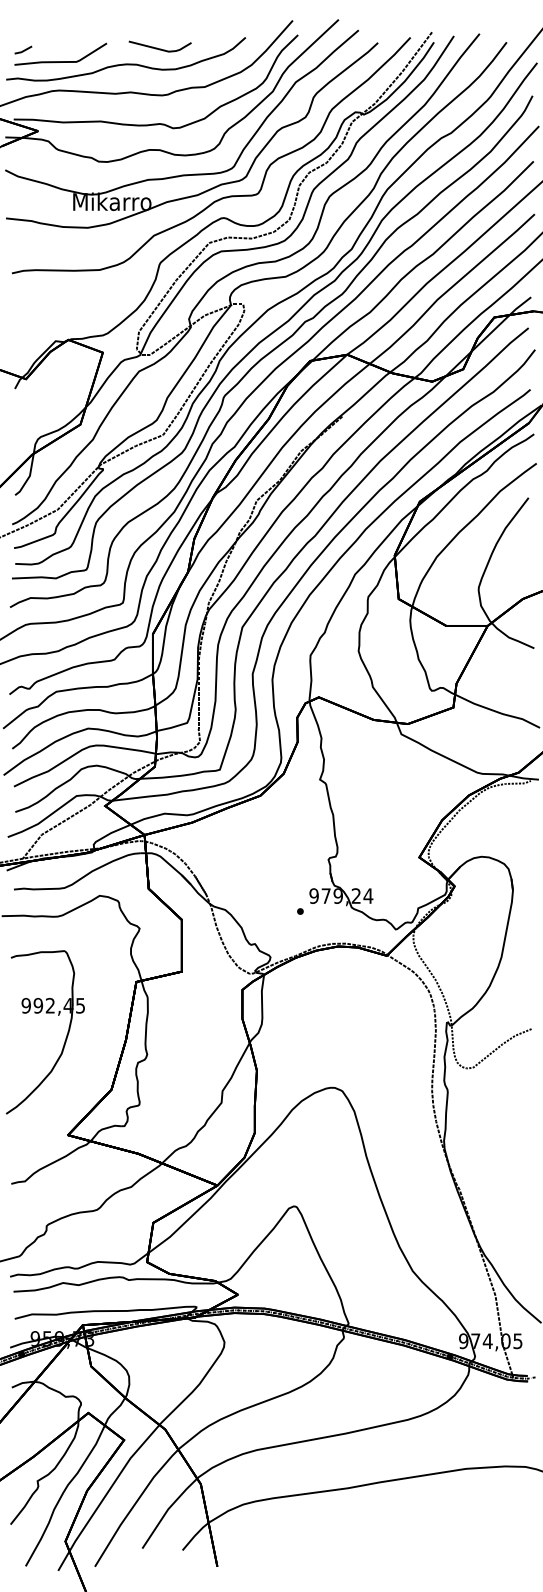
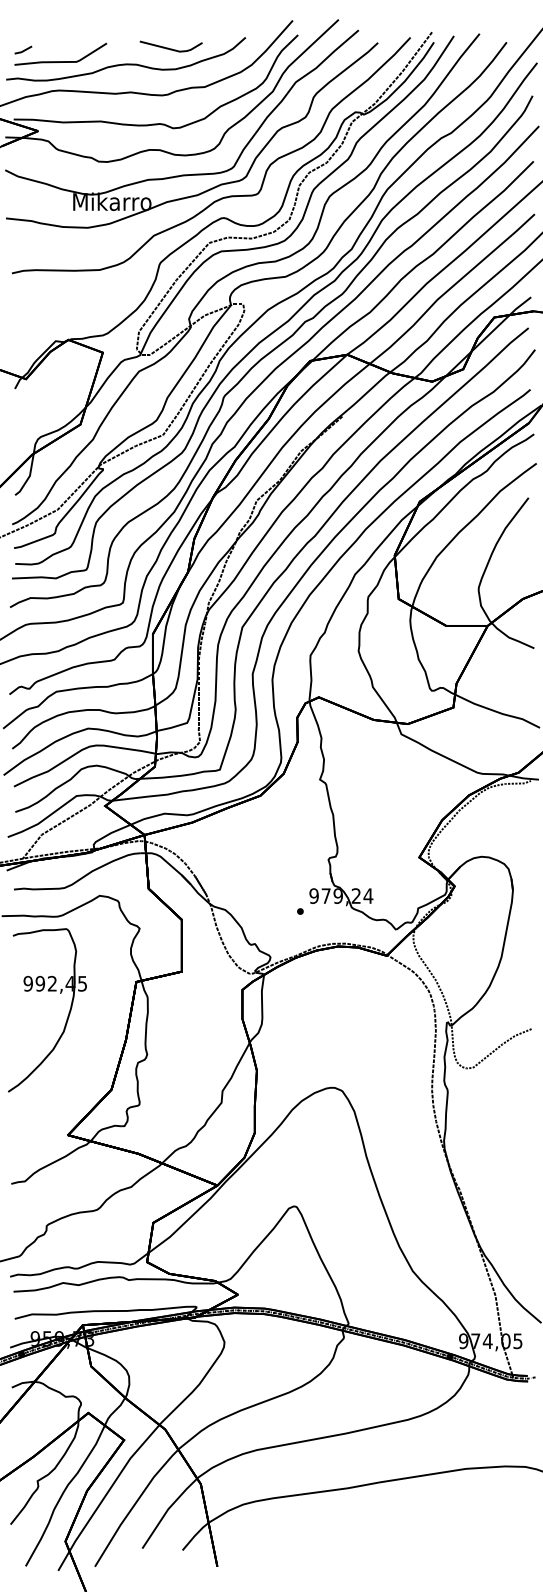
line at (159, 48) position: (159, 48) -> (170, 48)
part at (46, 1013) position: (46, 1013) -> (48, 991)
